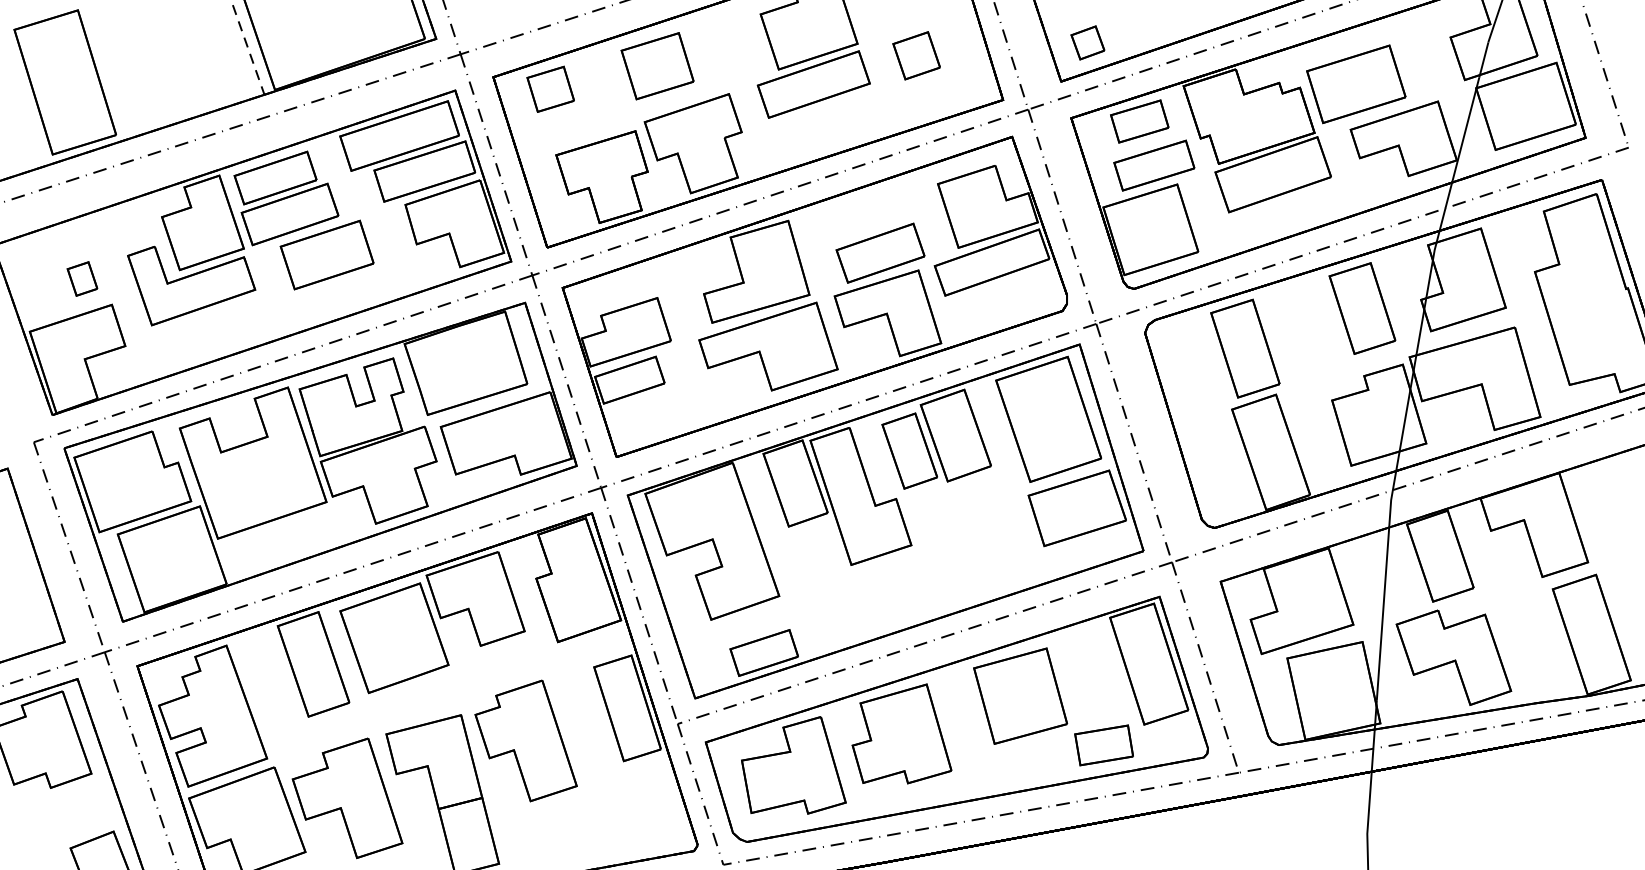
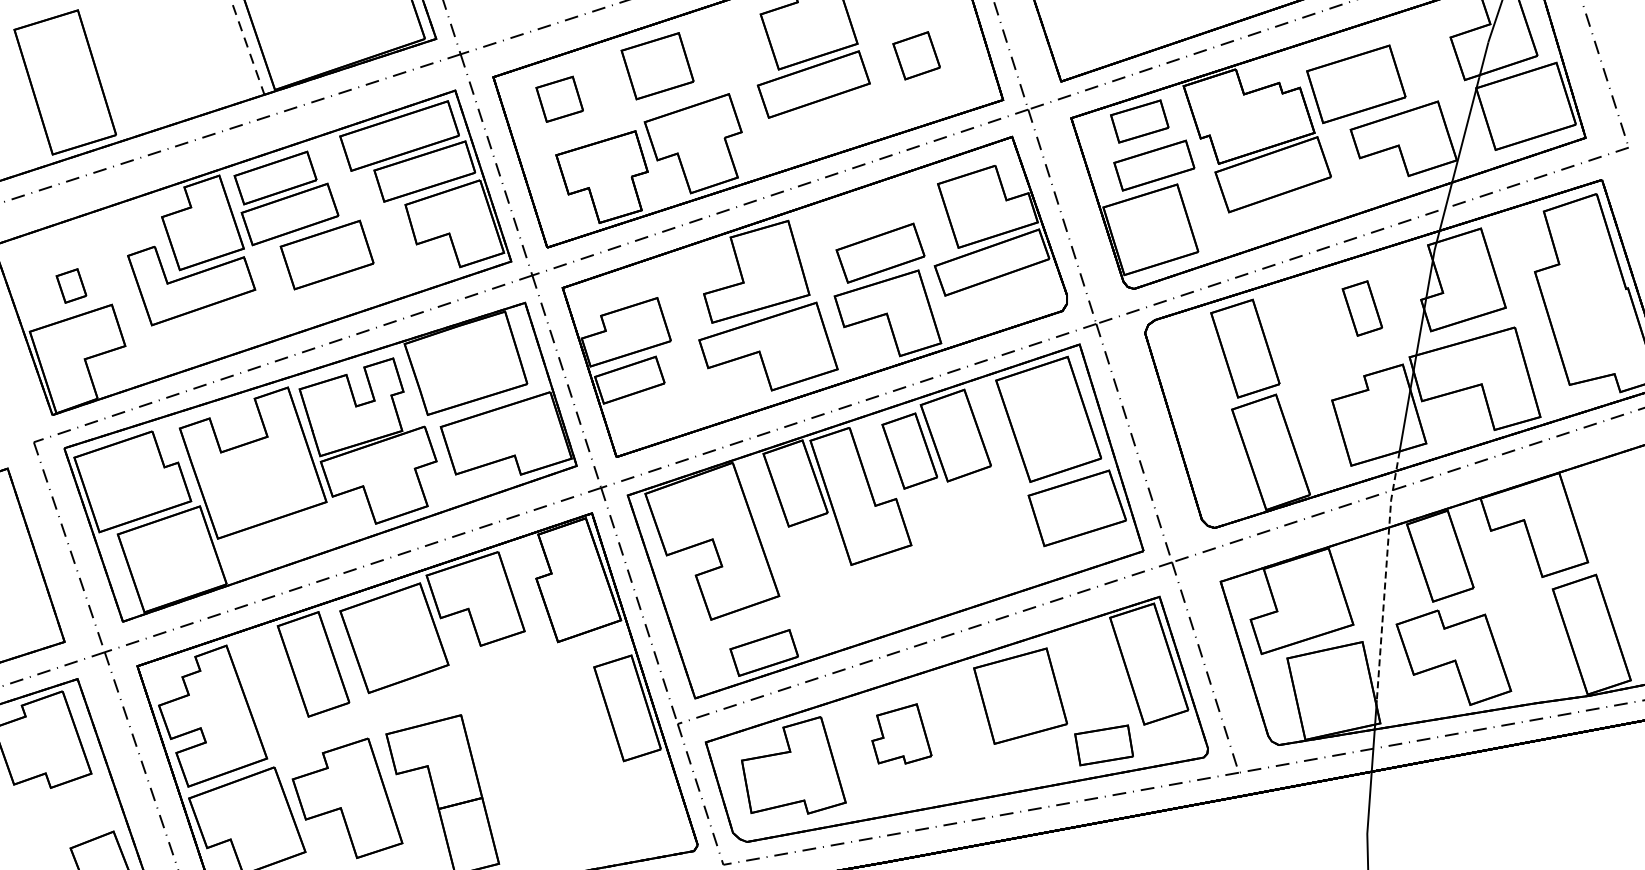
part at (1087, 42): present -> none
part at (550, 88) position: (550, 88) -> (559, 98)
part at (82, 278) position: (82, 278) -> (71, 285)
part at (1362, 308) size: 69x93 px -> 43x57 px
line at (1385, 574): solid -> dashed
part at (901, 733) size: 102x102 px -> 62x62 px
part at (525, 740): present -> none
